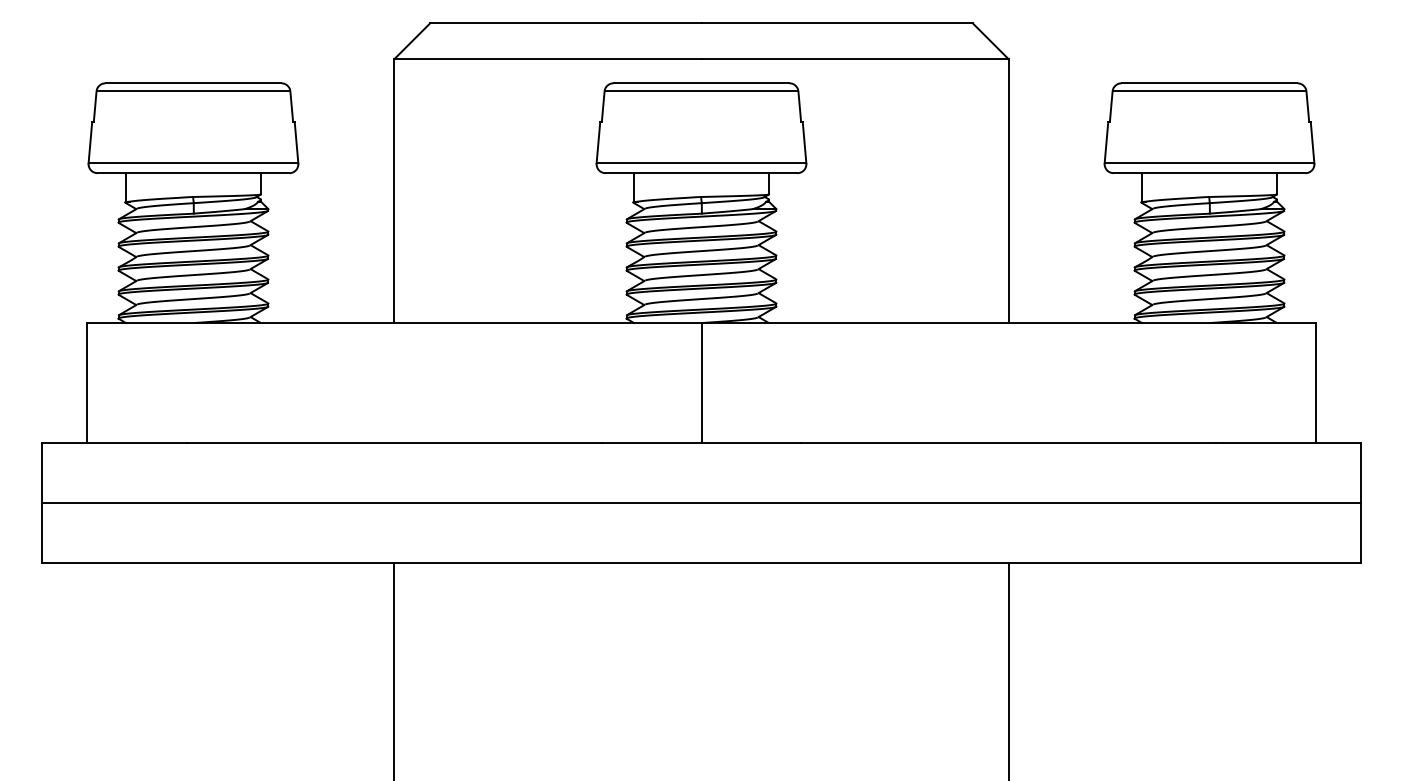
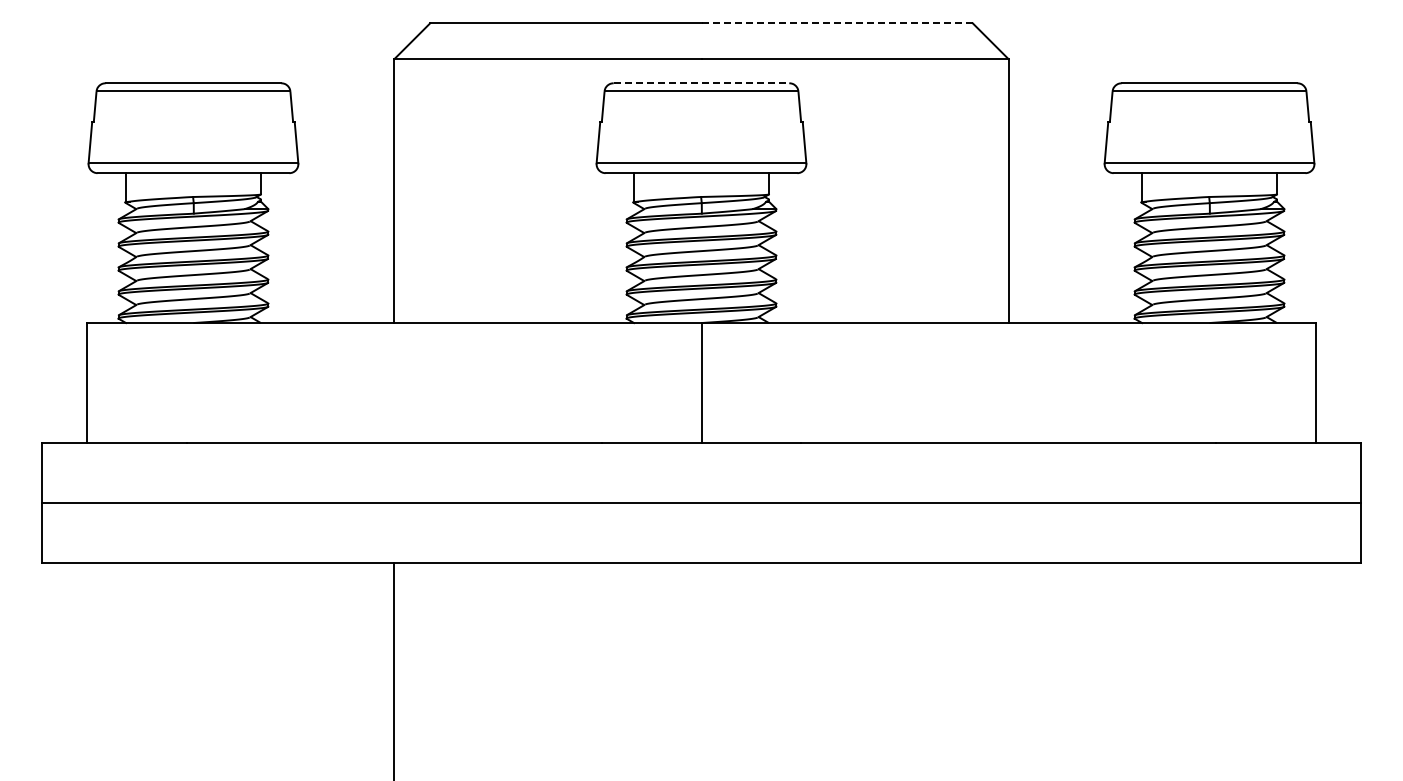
line at (837, 23): solid -> dashed
line at (701, 83): solid -> dashed
line at (1008, 669): present -> none
